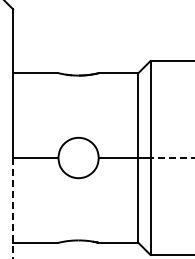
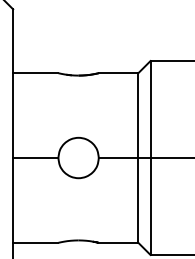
line at (172, 158): dashed -> solid
line at (13, 208): dashed -> solid
